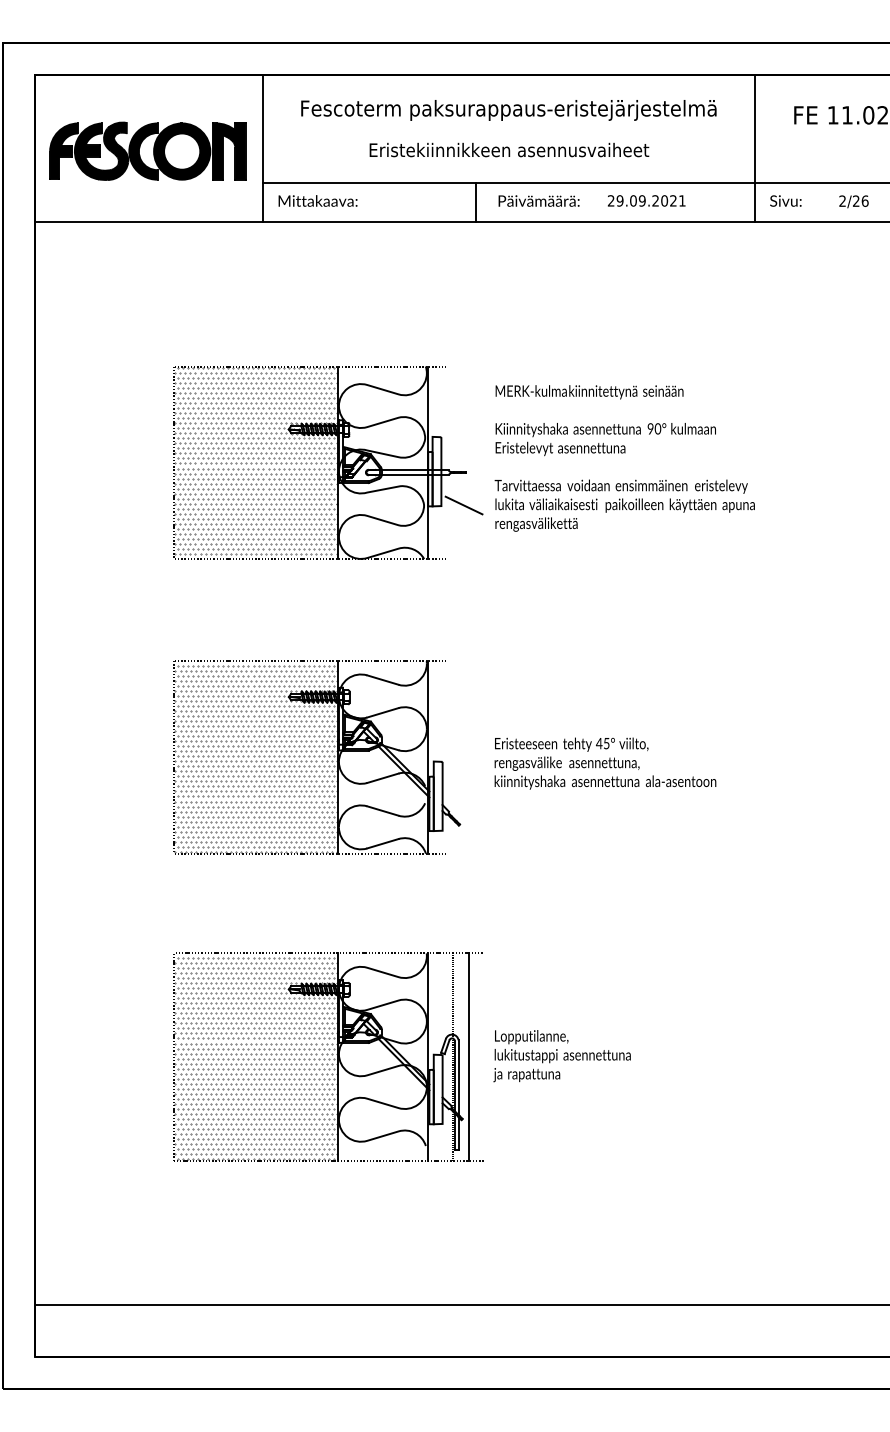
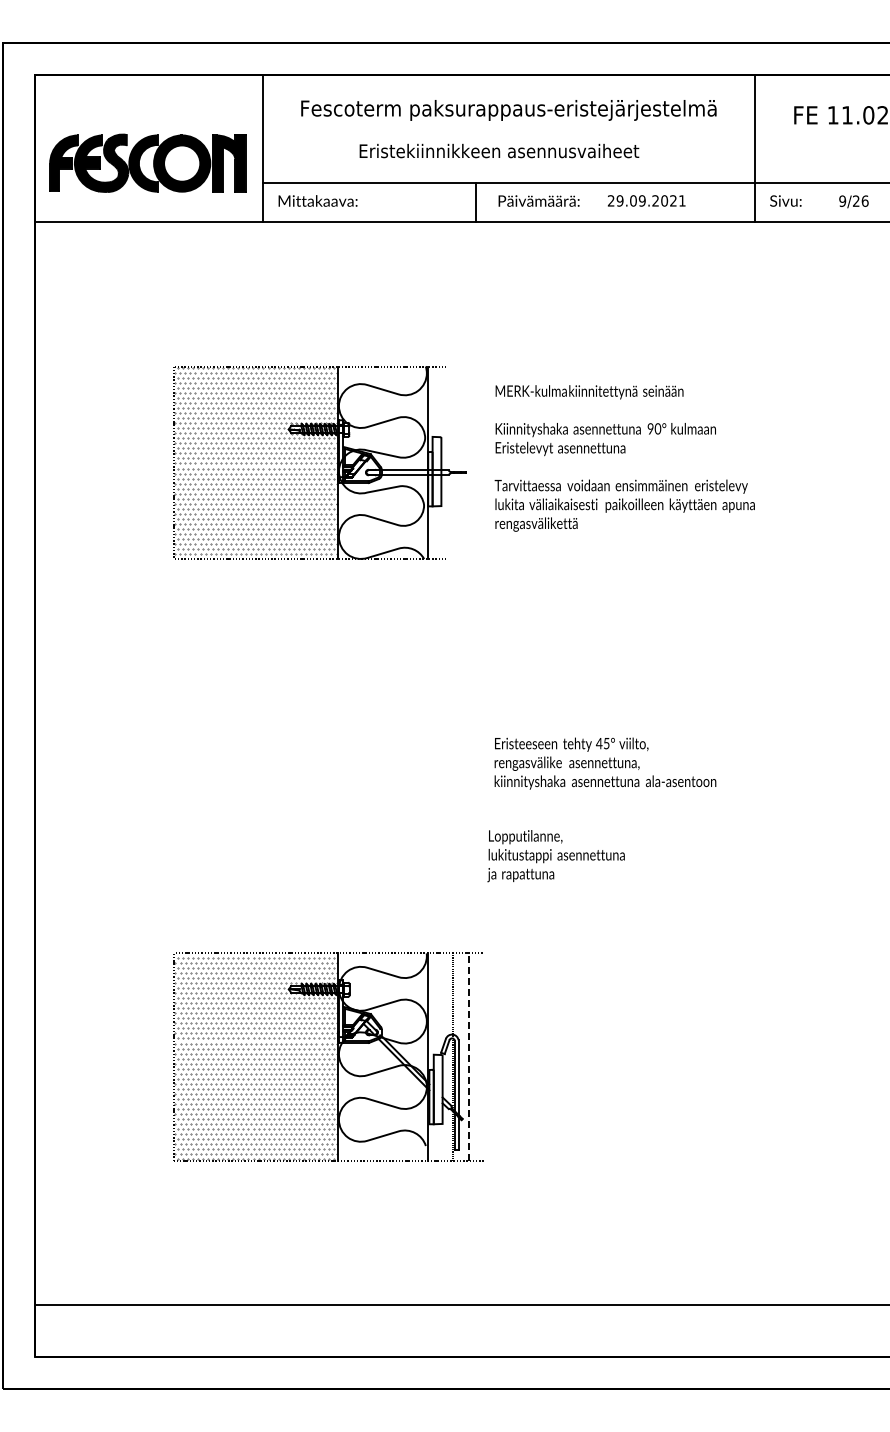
text at (509, 149) position: (509, 149) -> (499, 150)
part at (147, 150) position: (147, 150) -> (147, 162)
text at (842, 200): 2/26 -> 9/26
line at (463, 505): present -> none
part at (317, 757): present -> none
text at (561, 1056) position: (561, 1056) -> (555, 856)
line at (469, 1057): solid -> dashed
